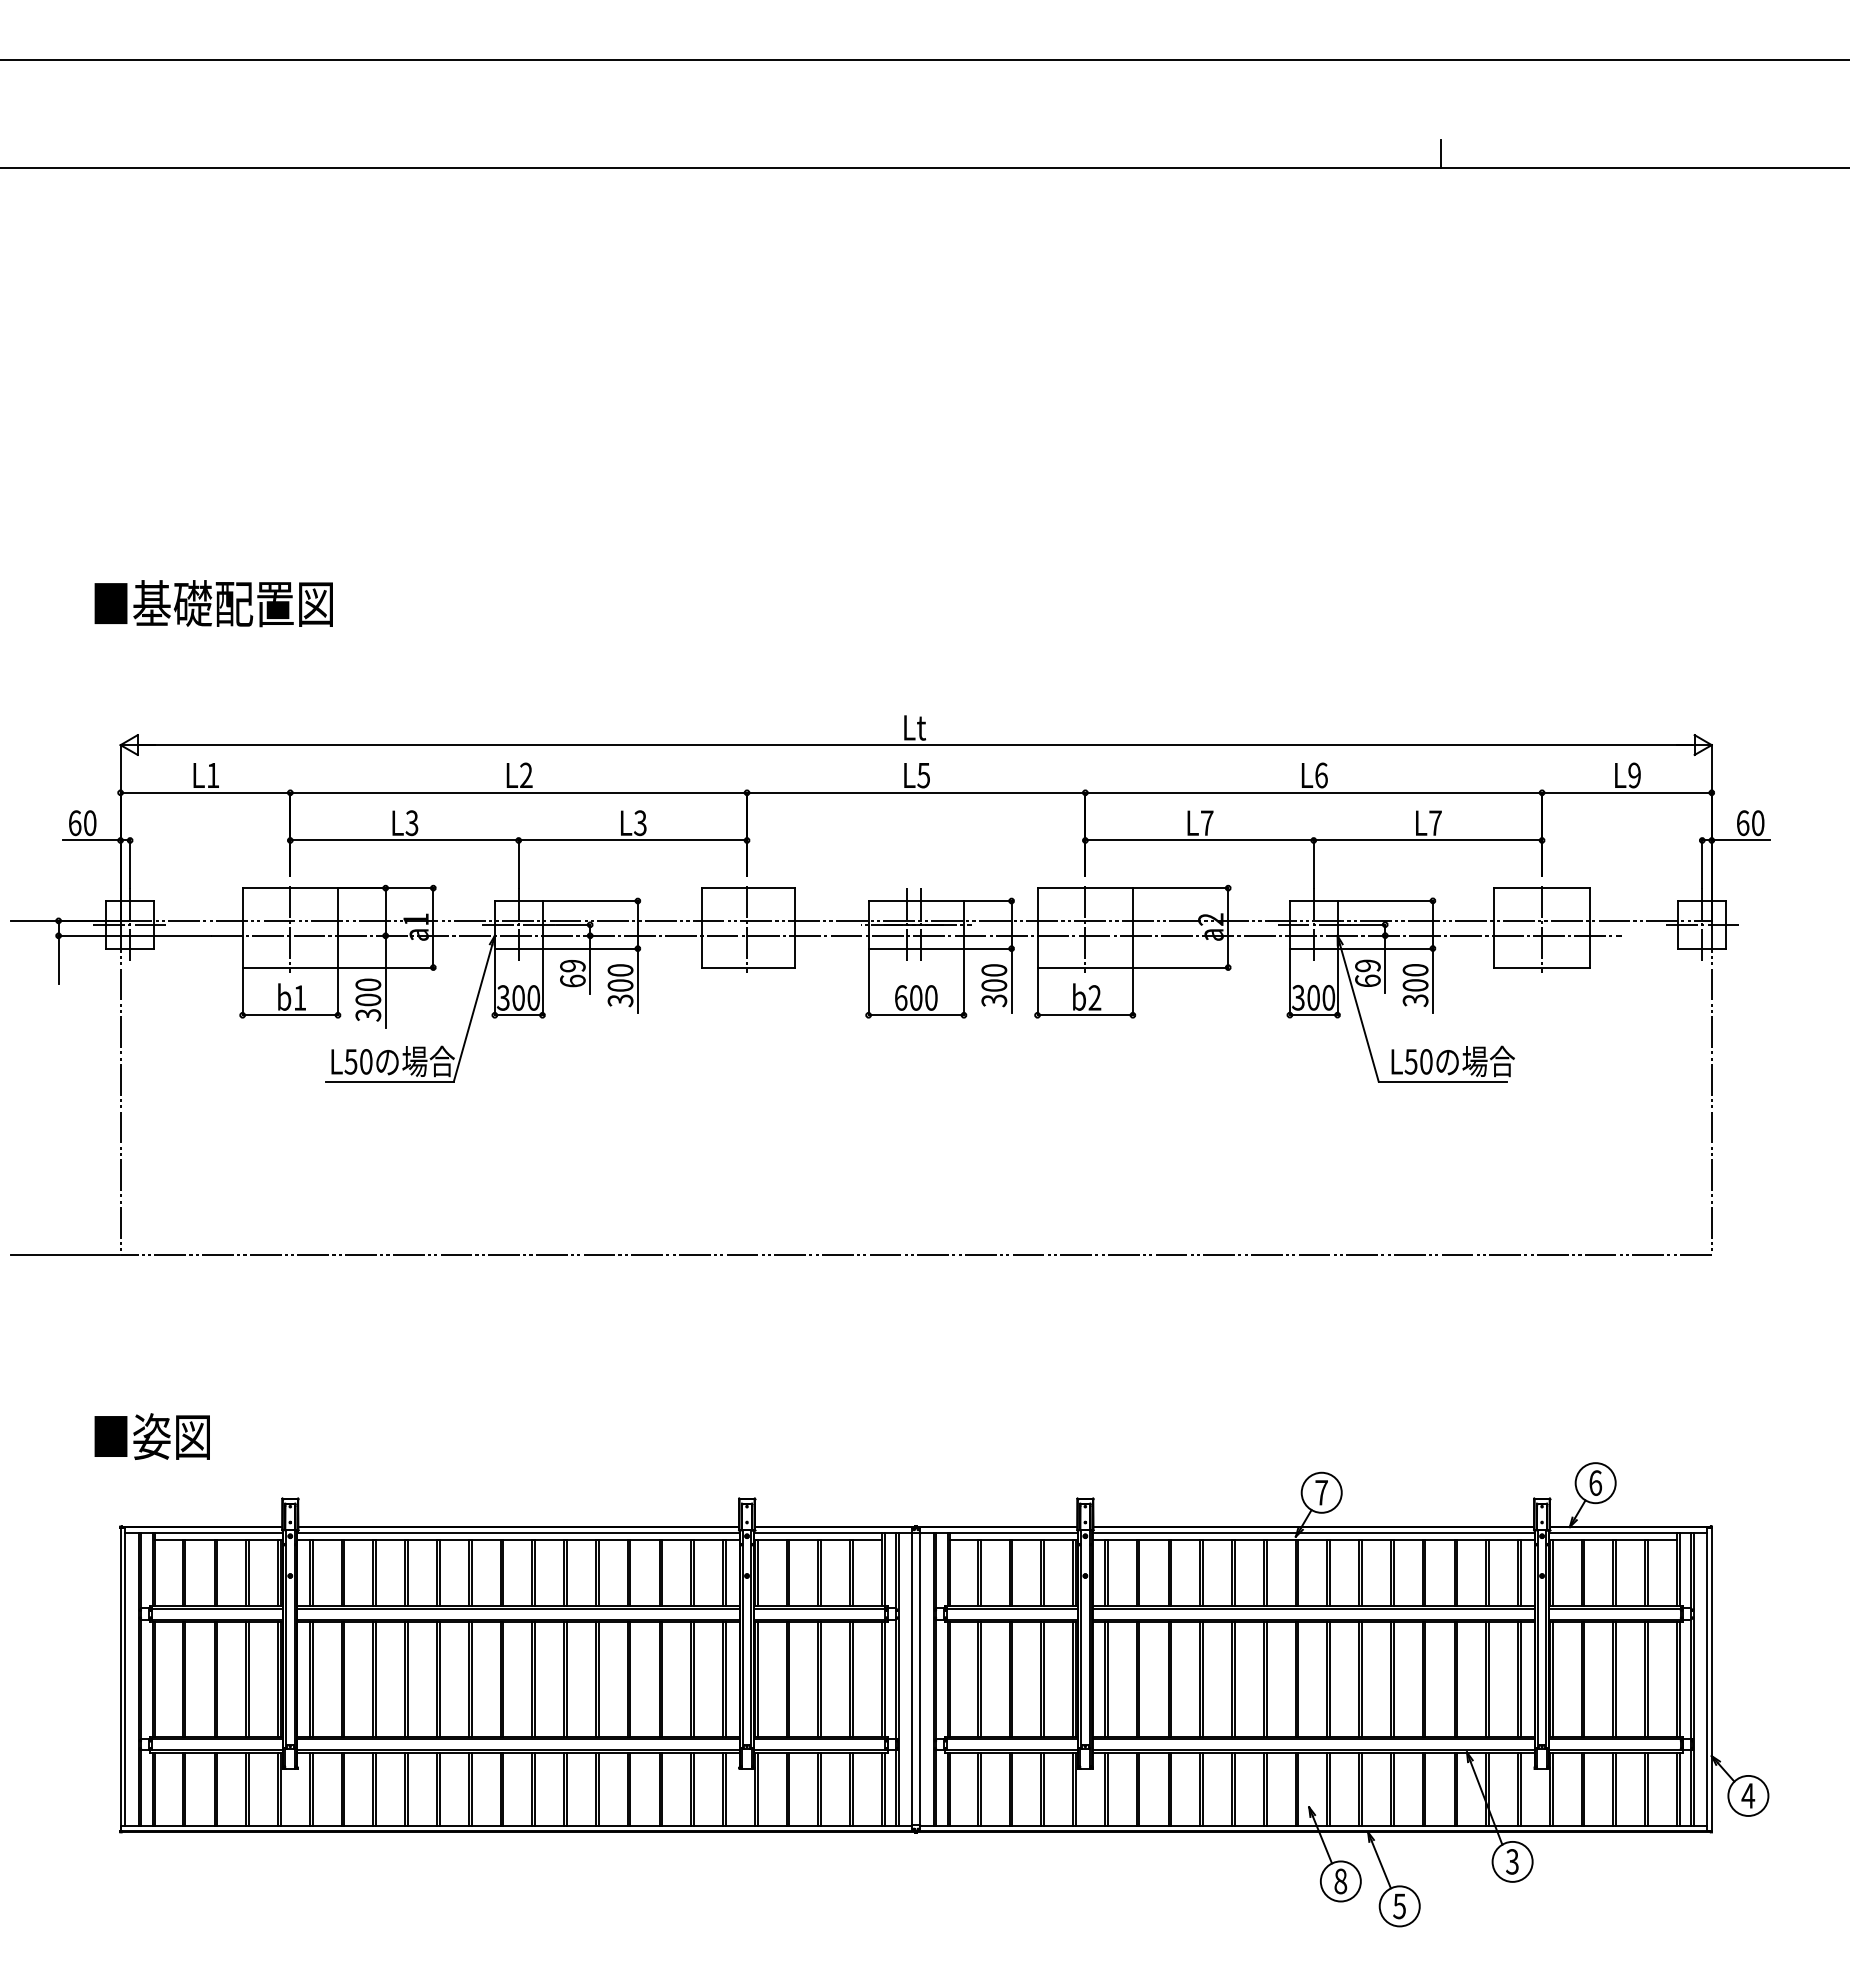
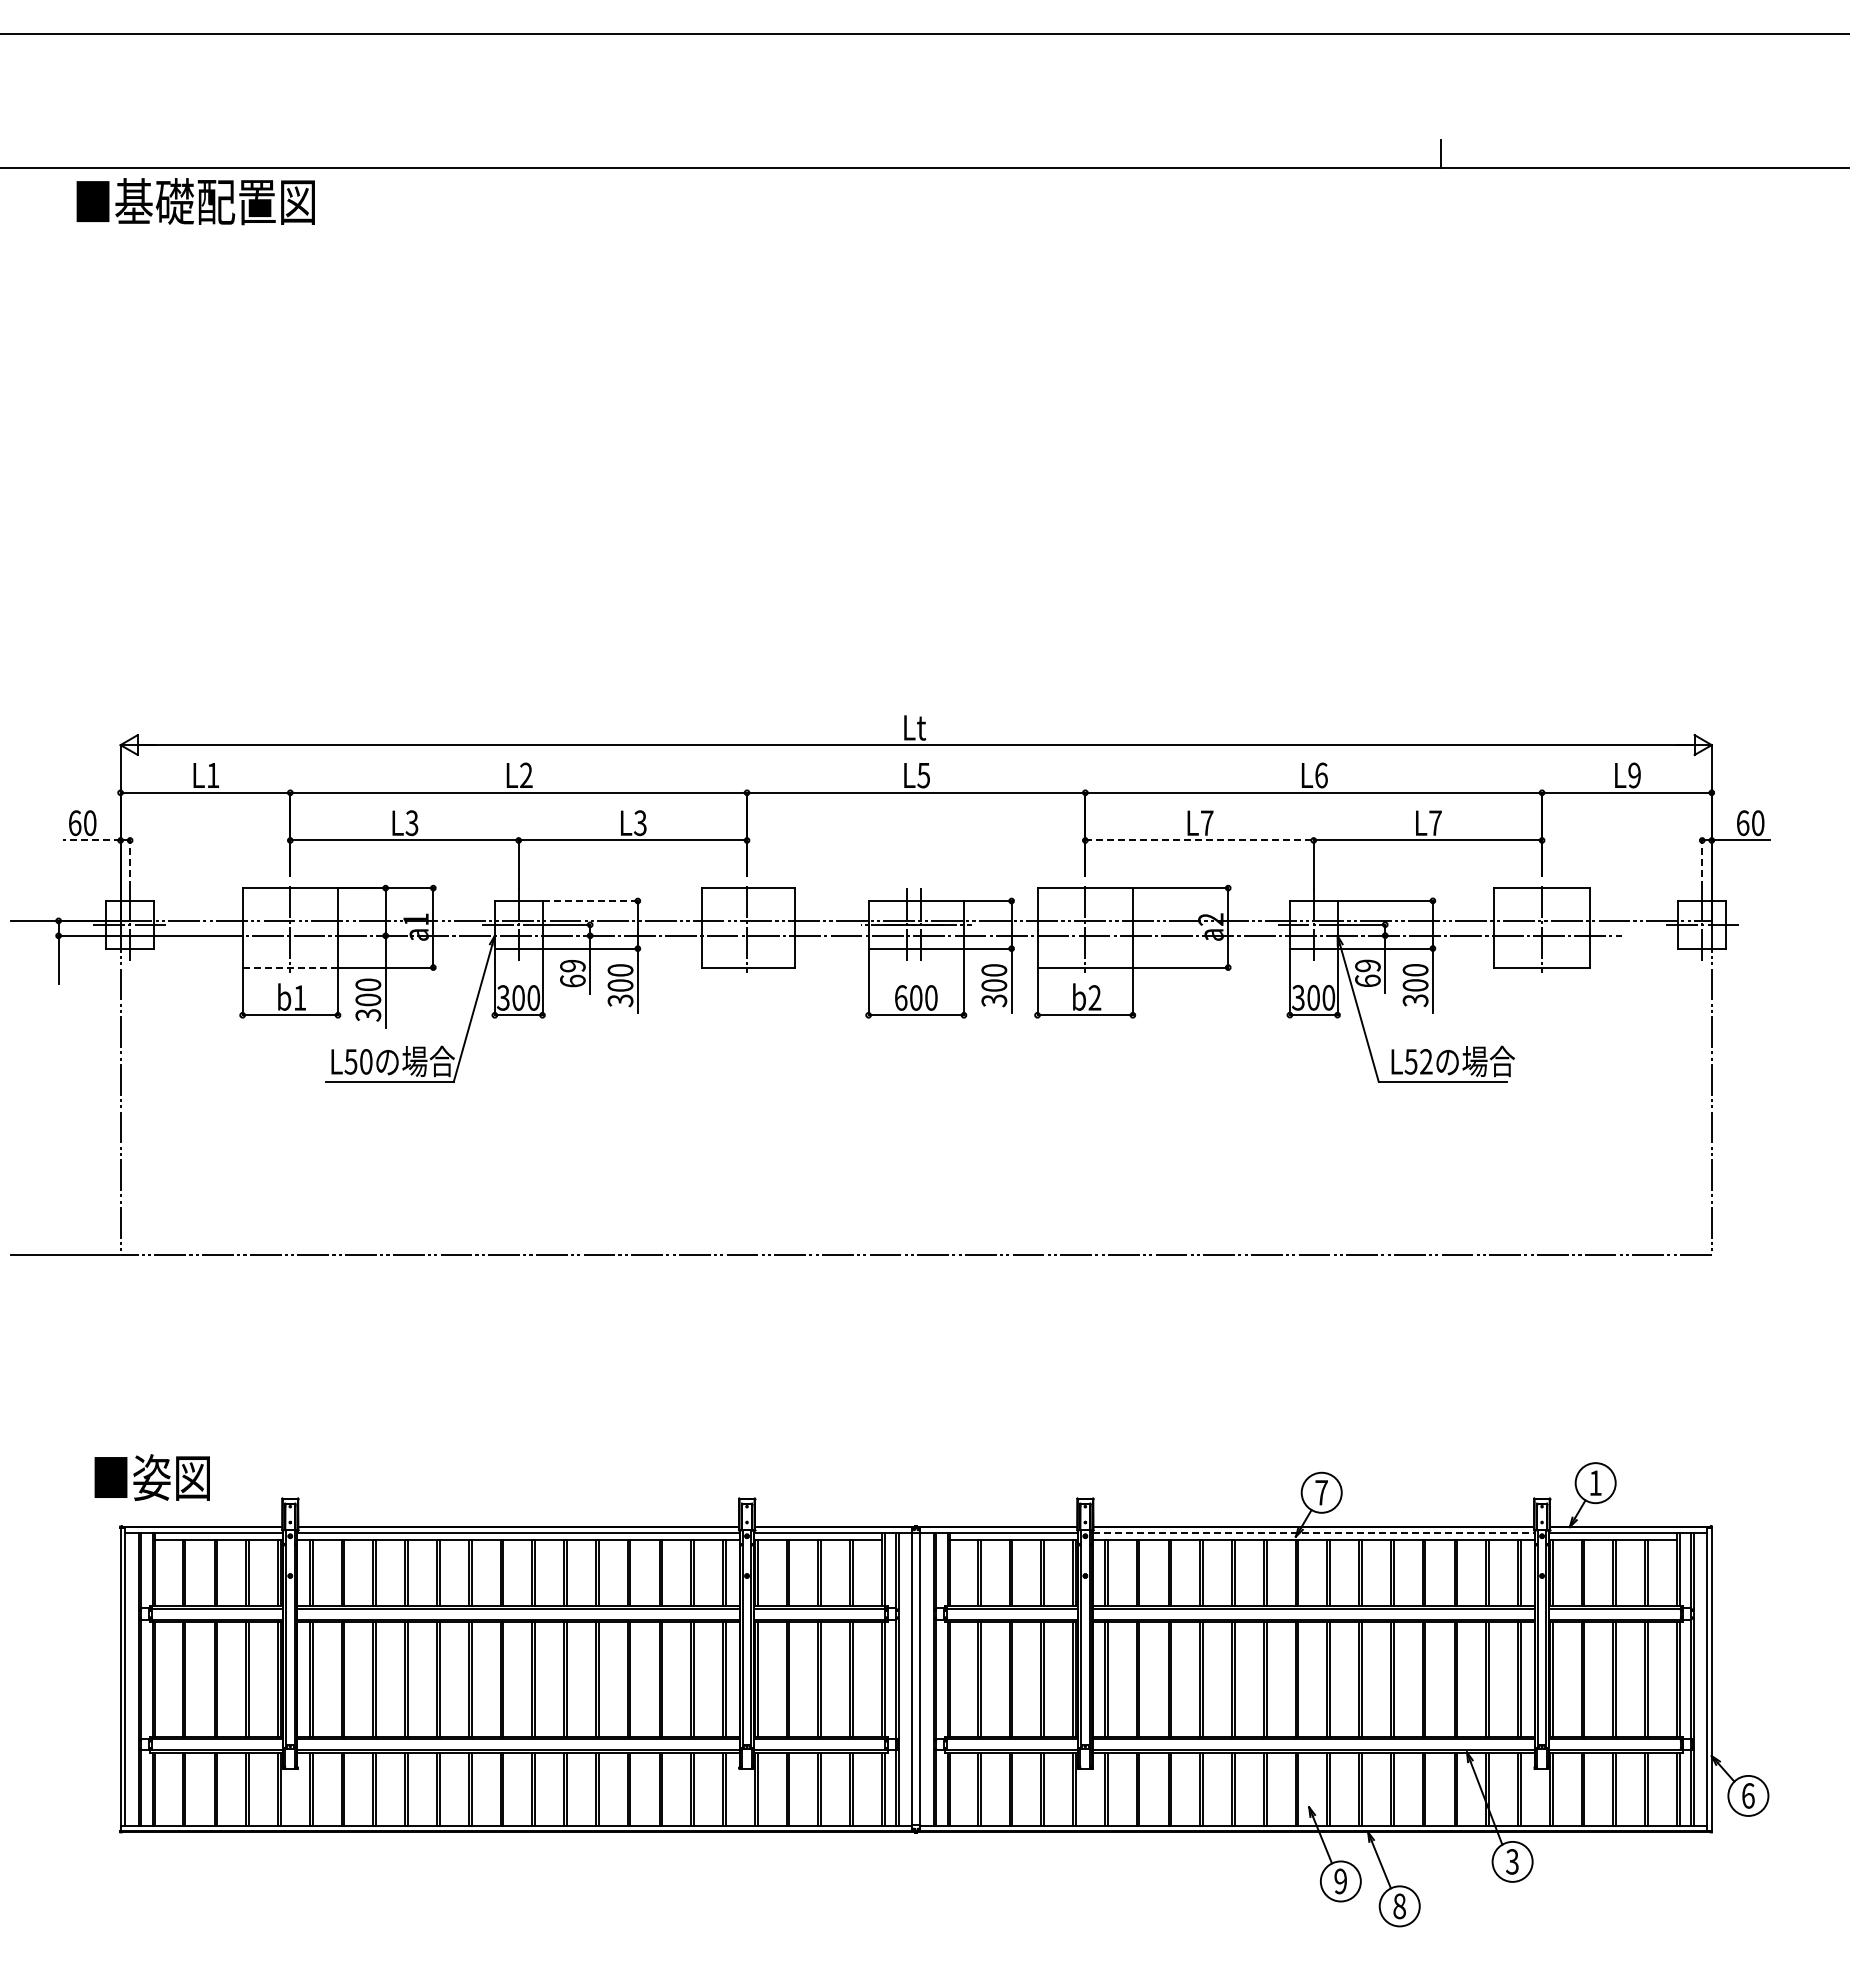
line at (924, 59) position: (924, 59) -> (924, 33)
text at (213, 603) position: (213, 603) -> (195, 201)
line at (91, 840): solid -> dashed
line at (1200, 840): solid -> dashed
line at (130, 864): solid -> dashed
line at (1702, 864): solid -> dashed
line at (590, 901): solid -> dashed
line at (290, 967): solid -> dashed
text at (1426, 1061): L50 -> L52
text at (151, 1436) position: (151, 1436) -> (151, 1477)
text at (1595, 1482): 6 -> 1
line at (1314, 1533): solid -> dashed
text at (1748, 1795): 4 -> 6
text at (1340, 1881): 8 -> 9
text at (1399, 1906): 5 -> 8
